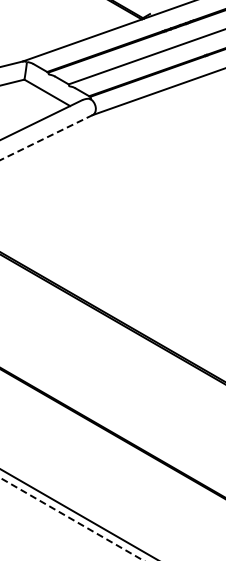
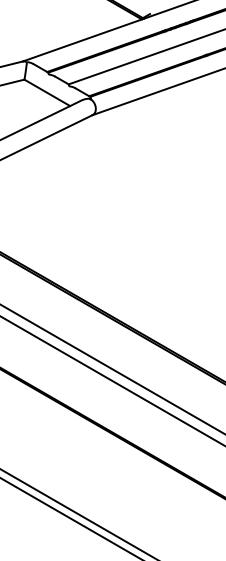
line at (46, 137): dashed -> solid
line at (112, 368): none -> present
line at (112, 380): none -> present
line at (71, 519): dashed -> solid
